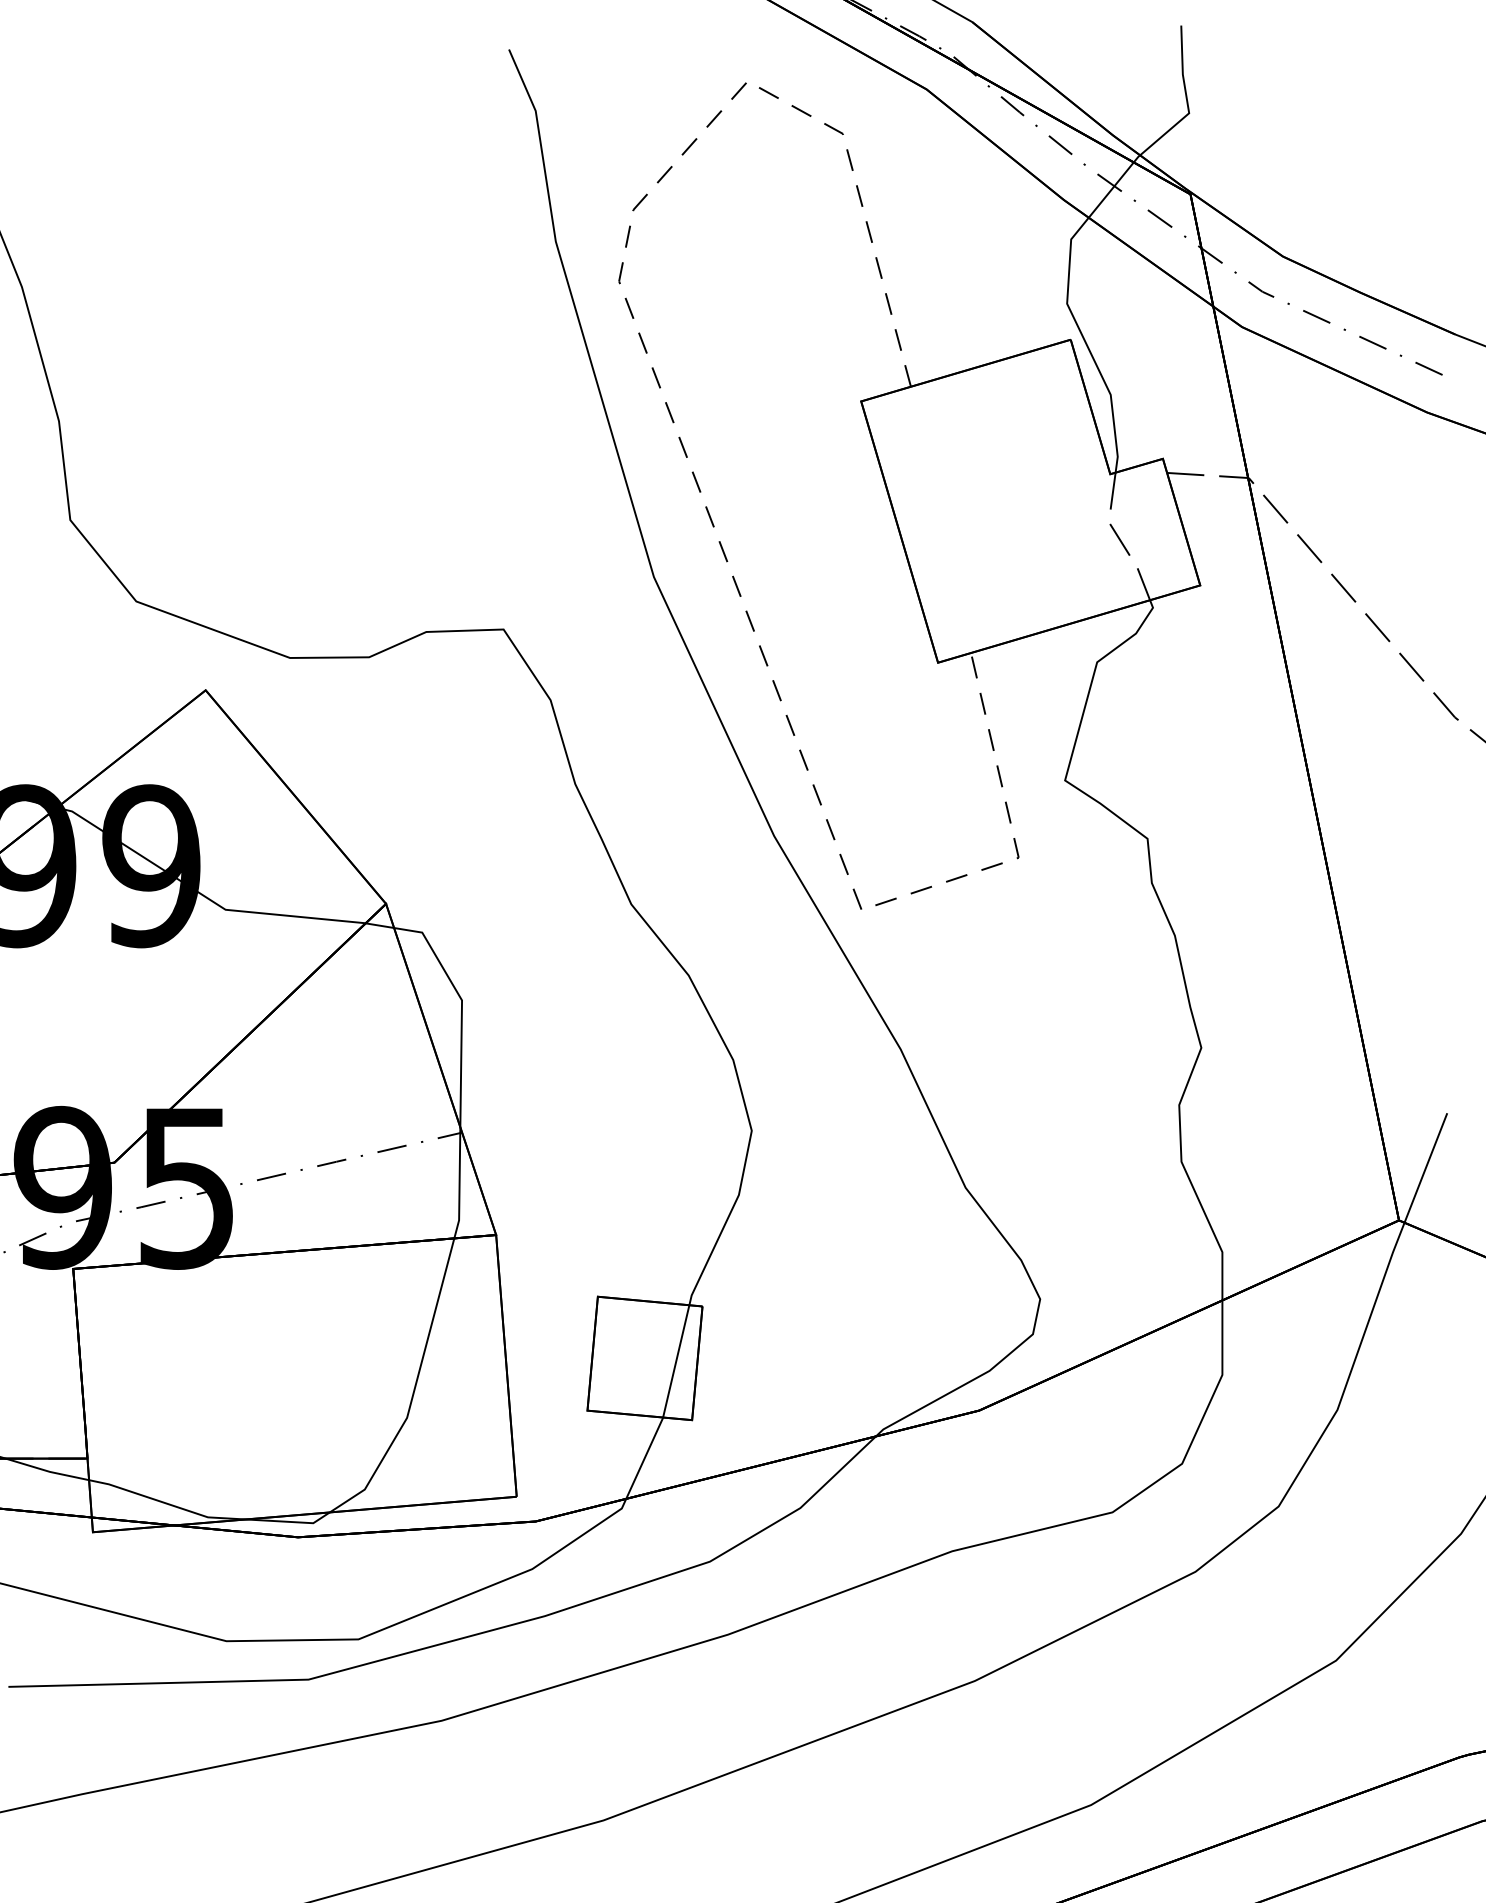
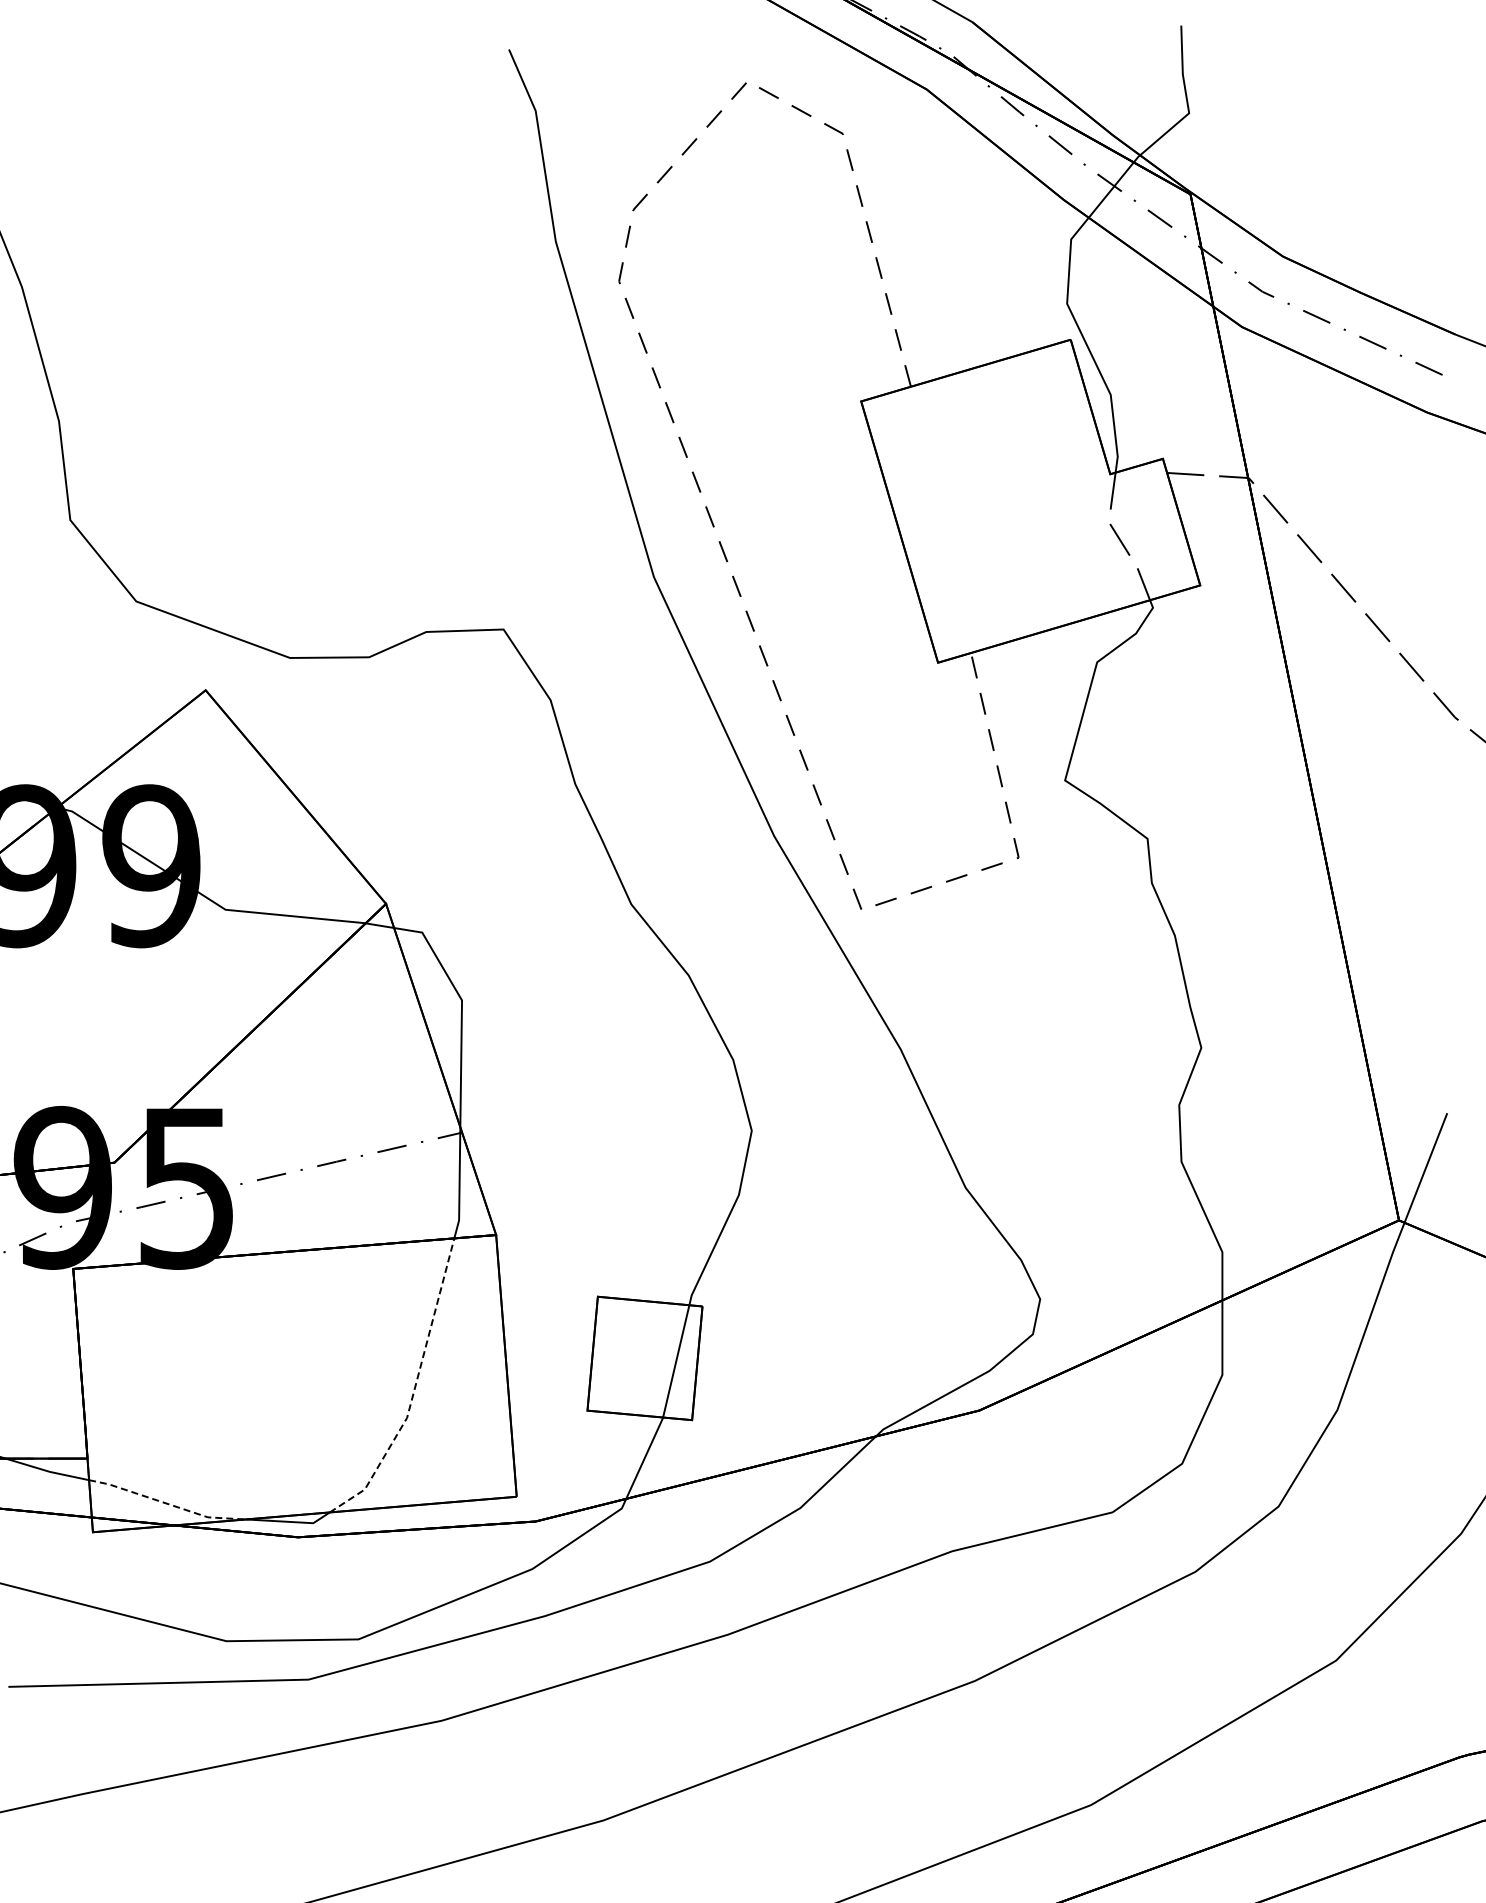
line at (414, 1389): solid -> dashed
line at (166, 1503): solid -> dashed
